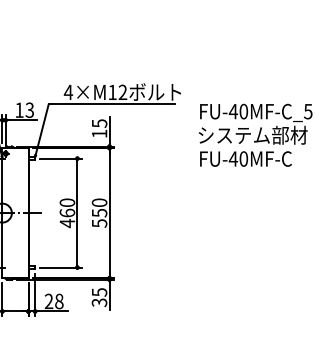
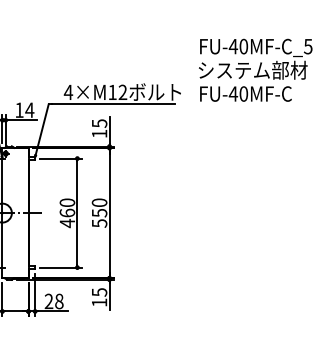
text at (29, 109): 13 -> 14
text at (255, 134) position: (255, 134) -> (255, 69)
text at (99, 302): 35 -> 15
